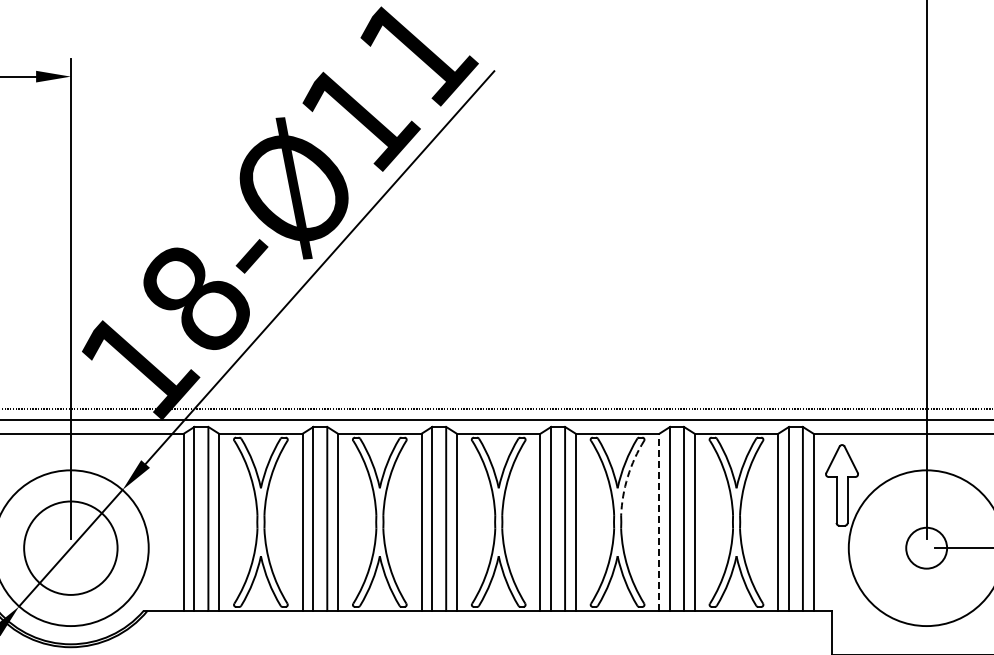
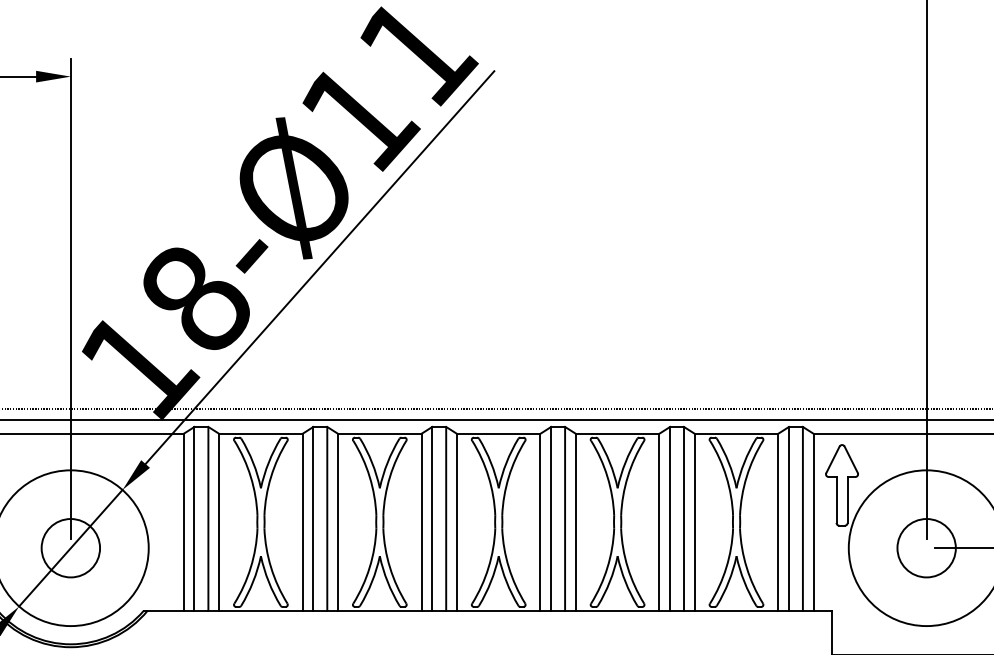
arc at (627, 476): dashed -> solid
line at (659, 522): dashed -> solid
circle at (70, 547) diameter: 93 px -> 58 px
circle at (926, 547) diameter: 41 px -> 58 px
